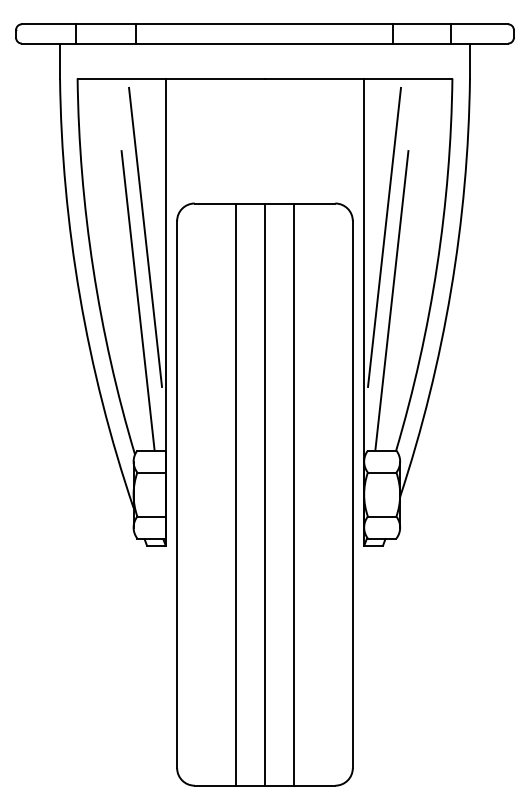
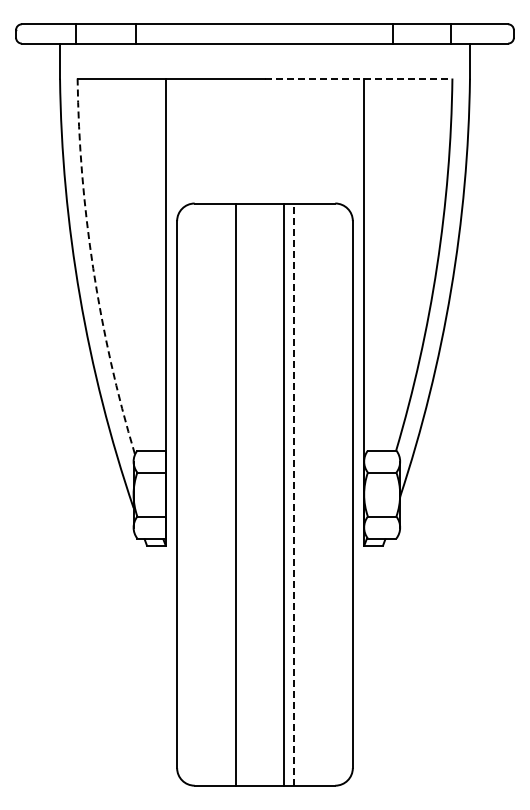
line at (358, 78): solid -> dashed
line at (145, 236): present -> none
line at (384, 236): present -> none
arc at (93, 268): solid -> dashed
line at (137, 300): present -> none
line at (391, 300): present -> none
line at (264, 494) position: (264, 494) -> (283, 494)
line at (294, 494): solid -> dashed
